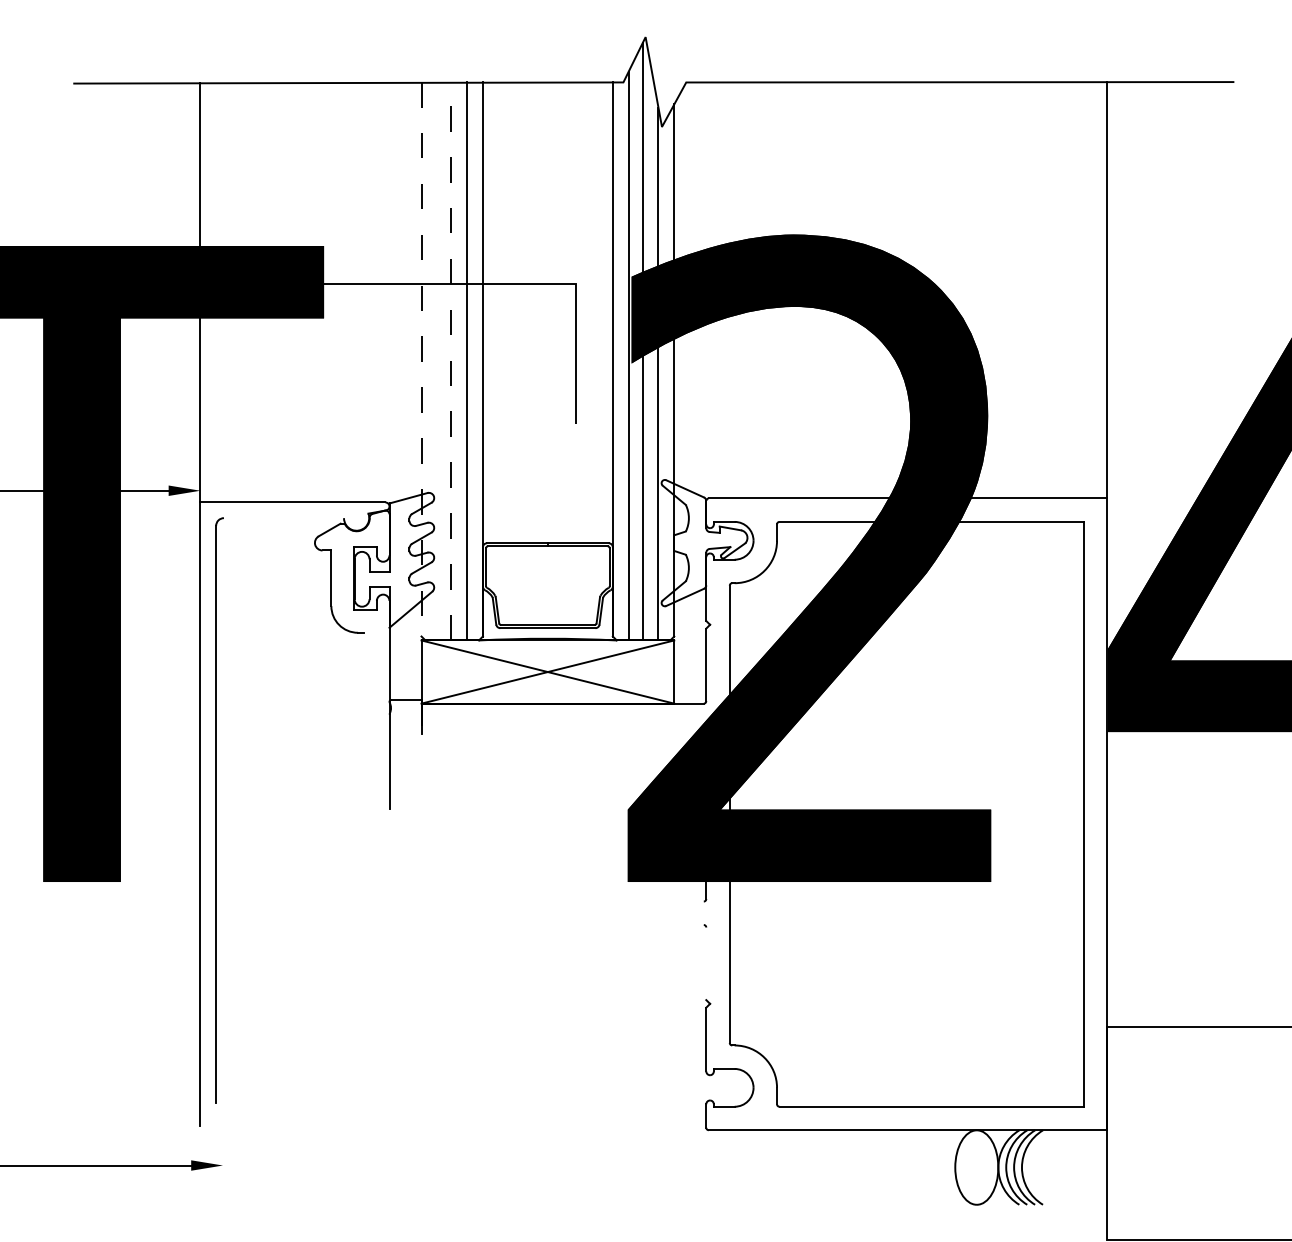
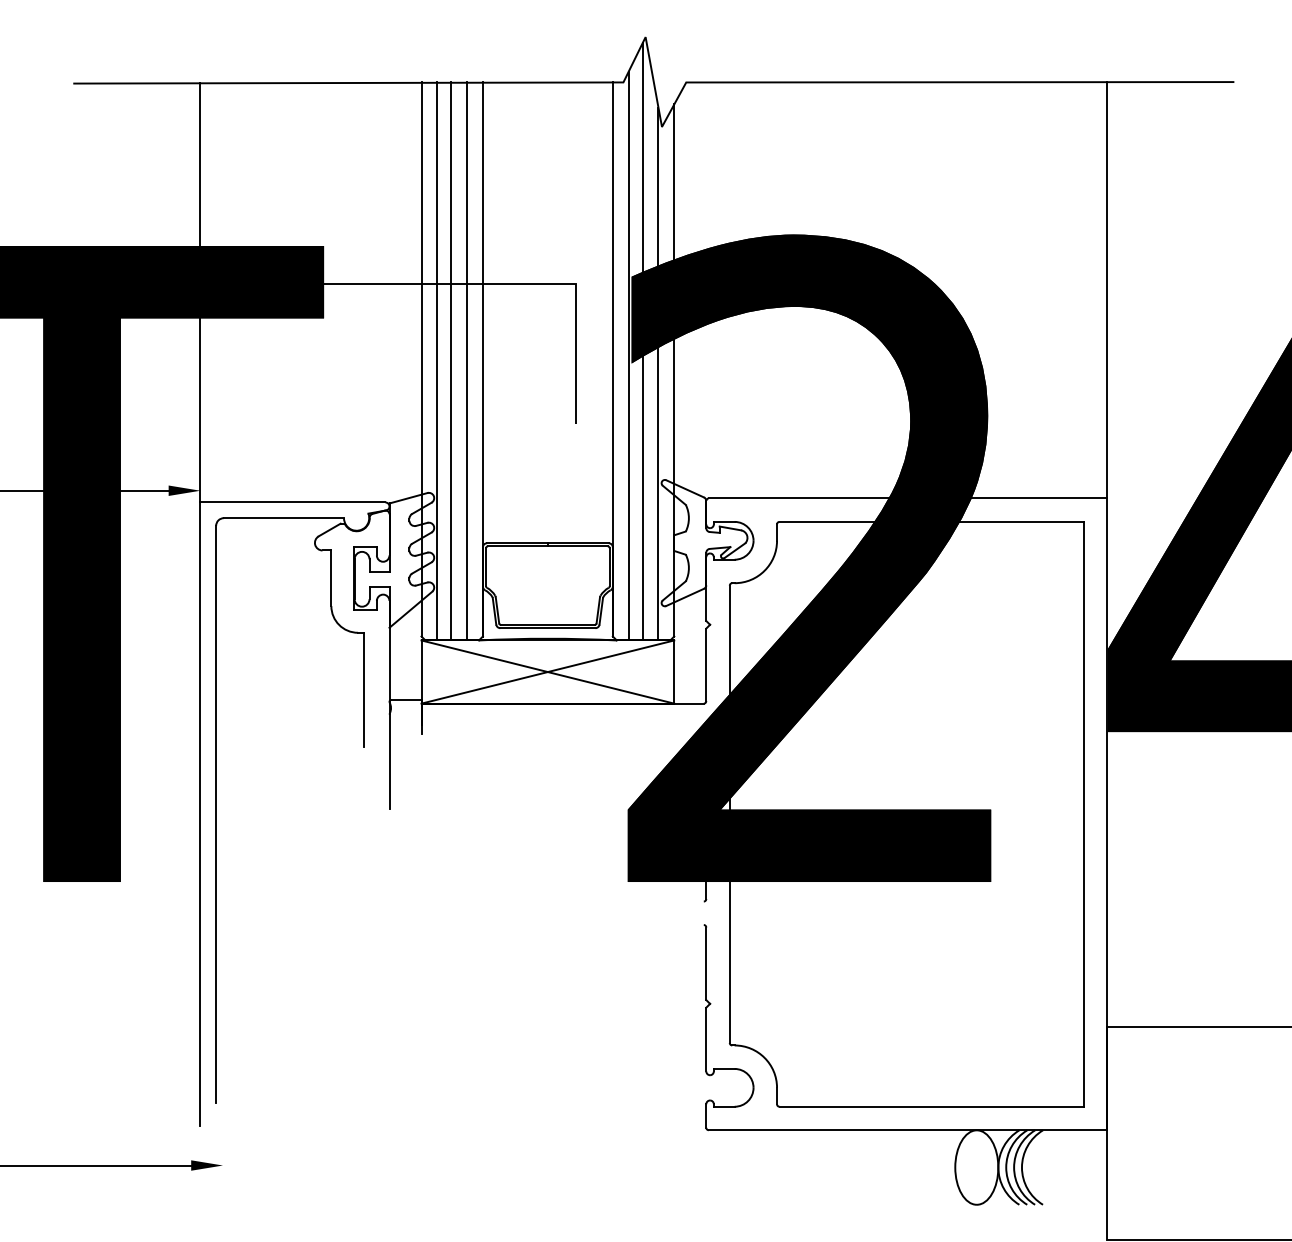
line at (421, 359): dashed -> solid
line at (451, 360): dashed -> solid
line at (437, 361): none -> present
line at (283, 518): none -> present
line at (364, 689): none -> present
line at (706, 963): none -> present
